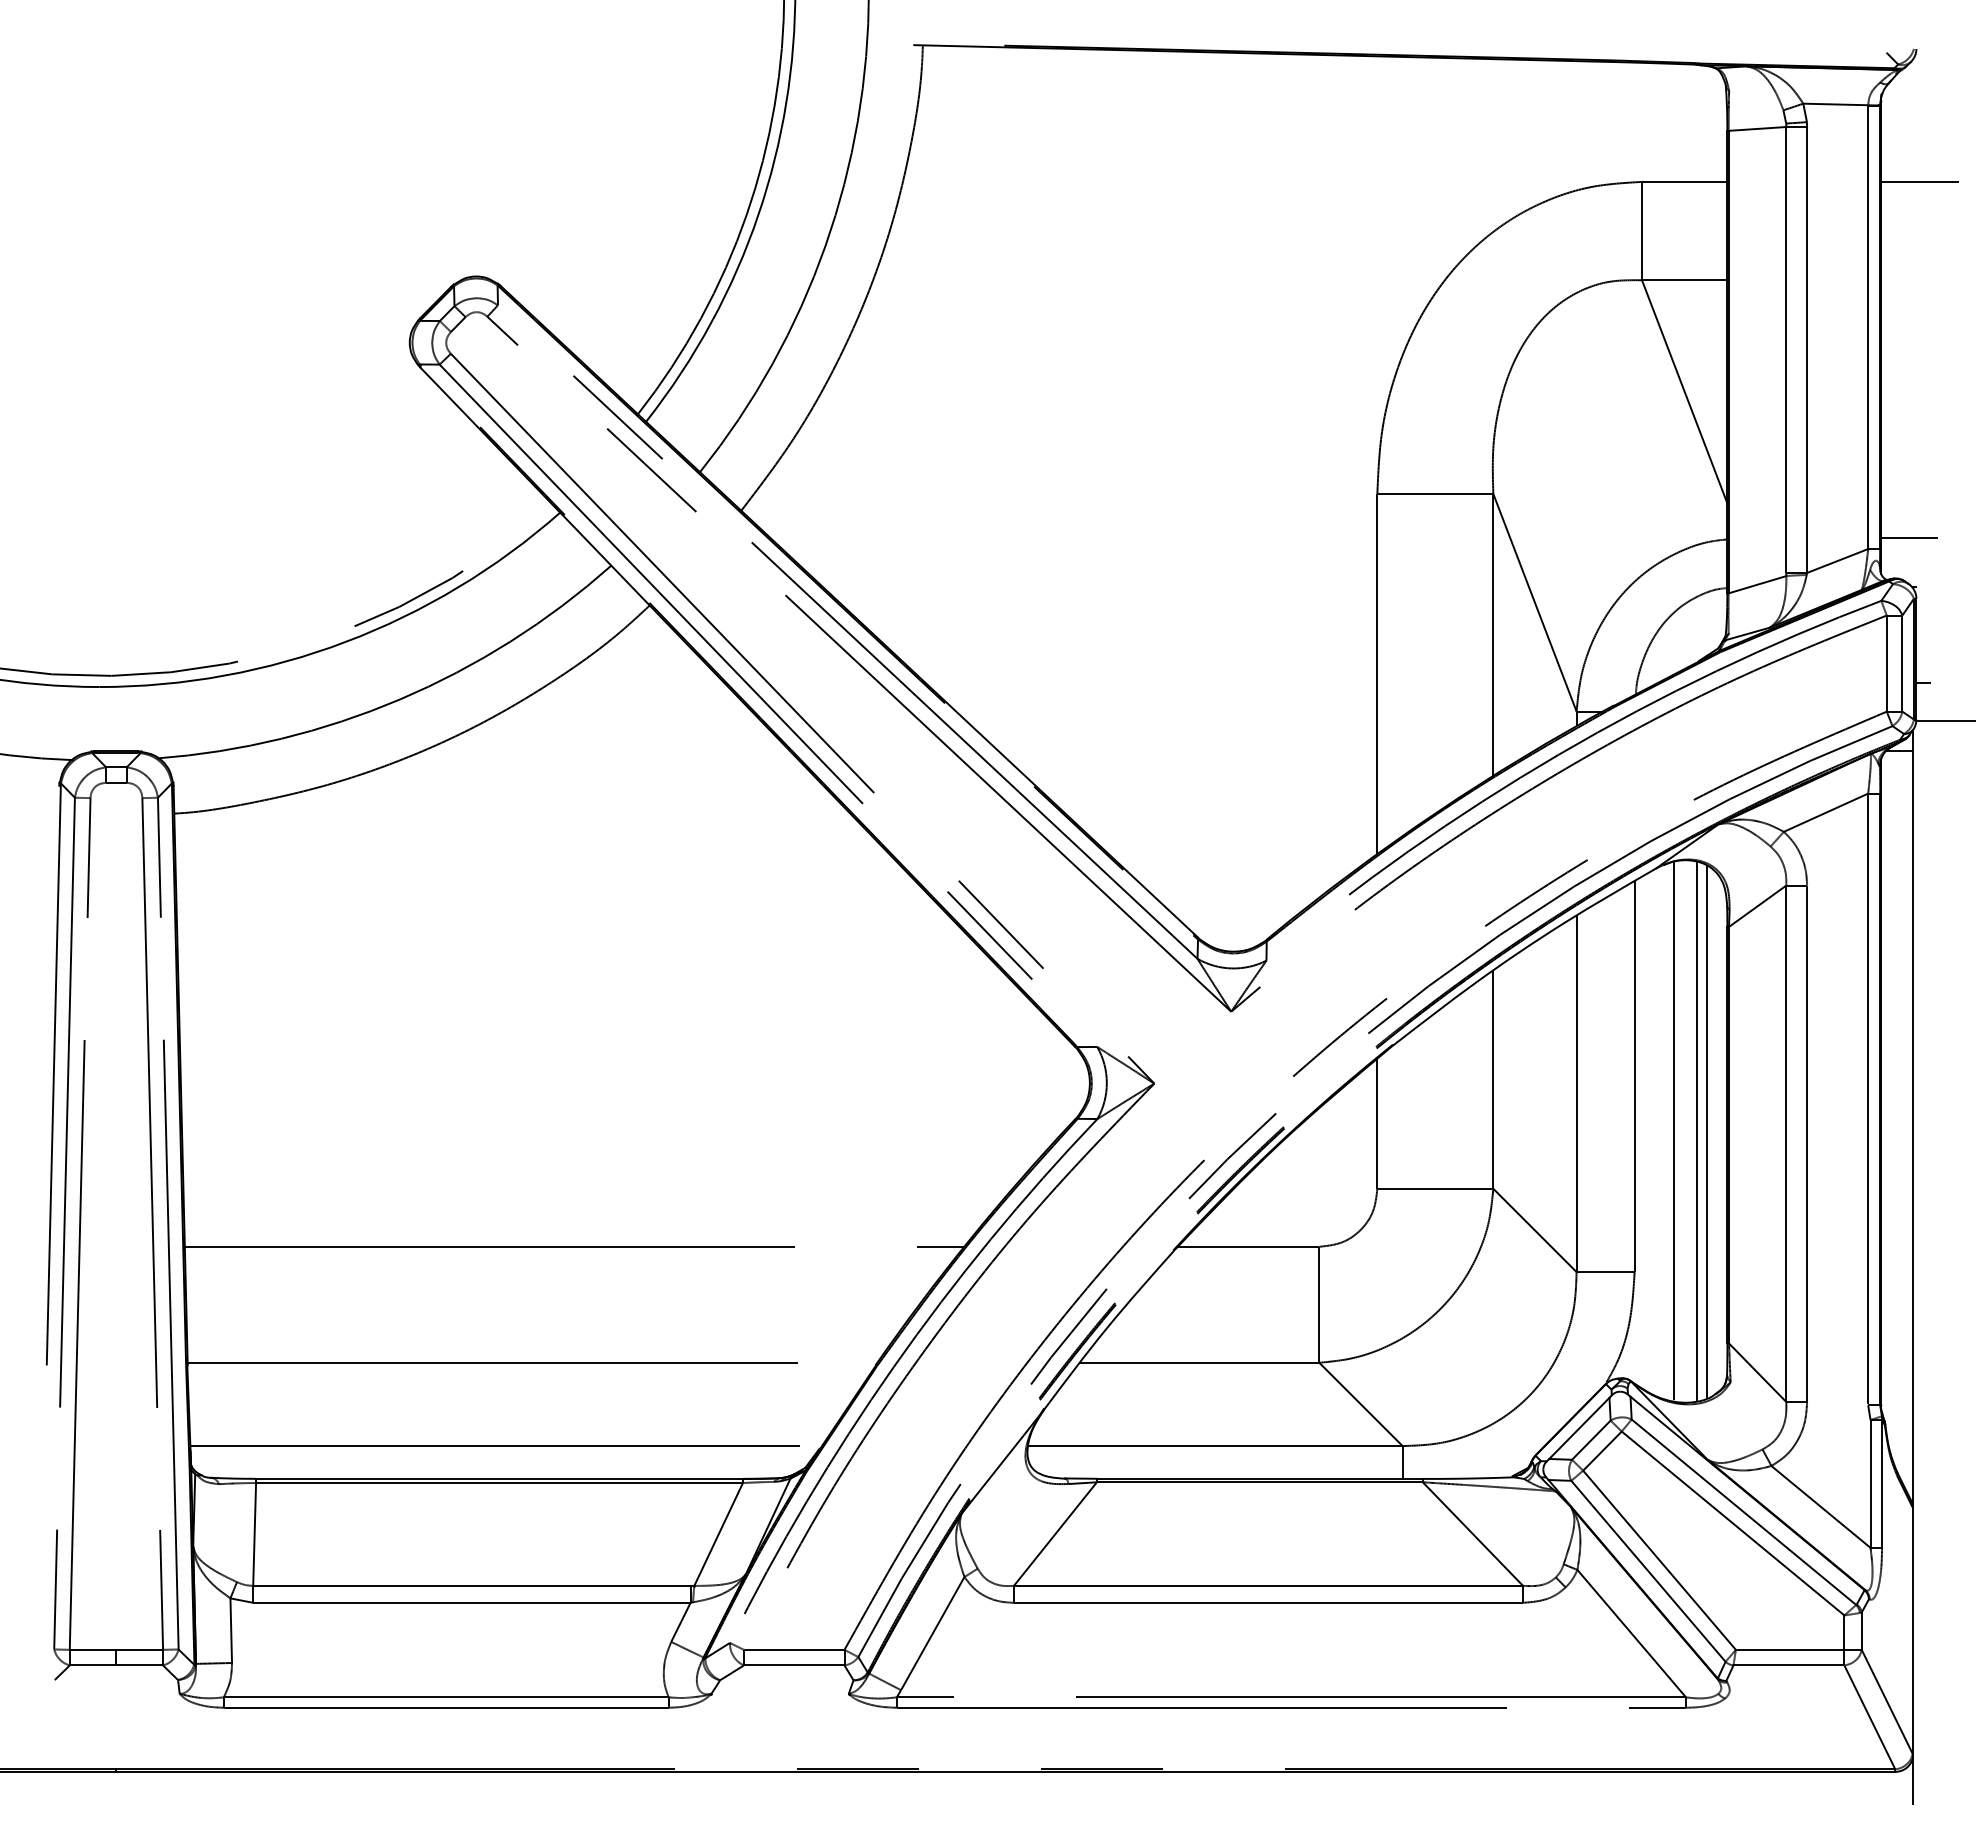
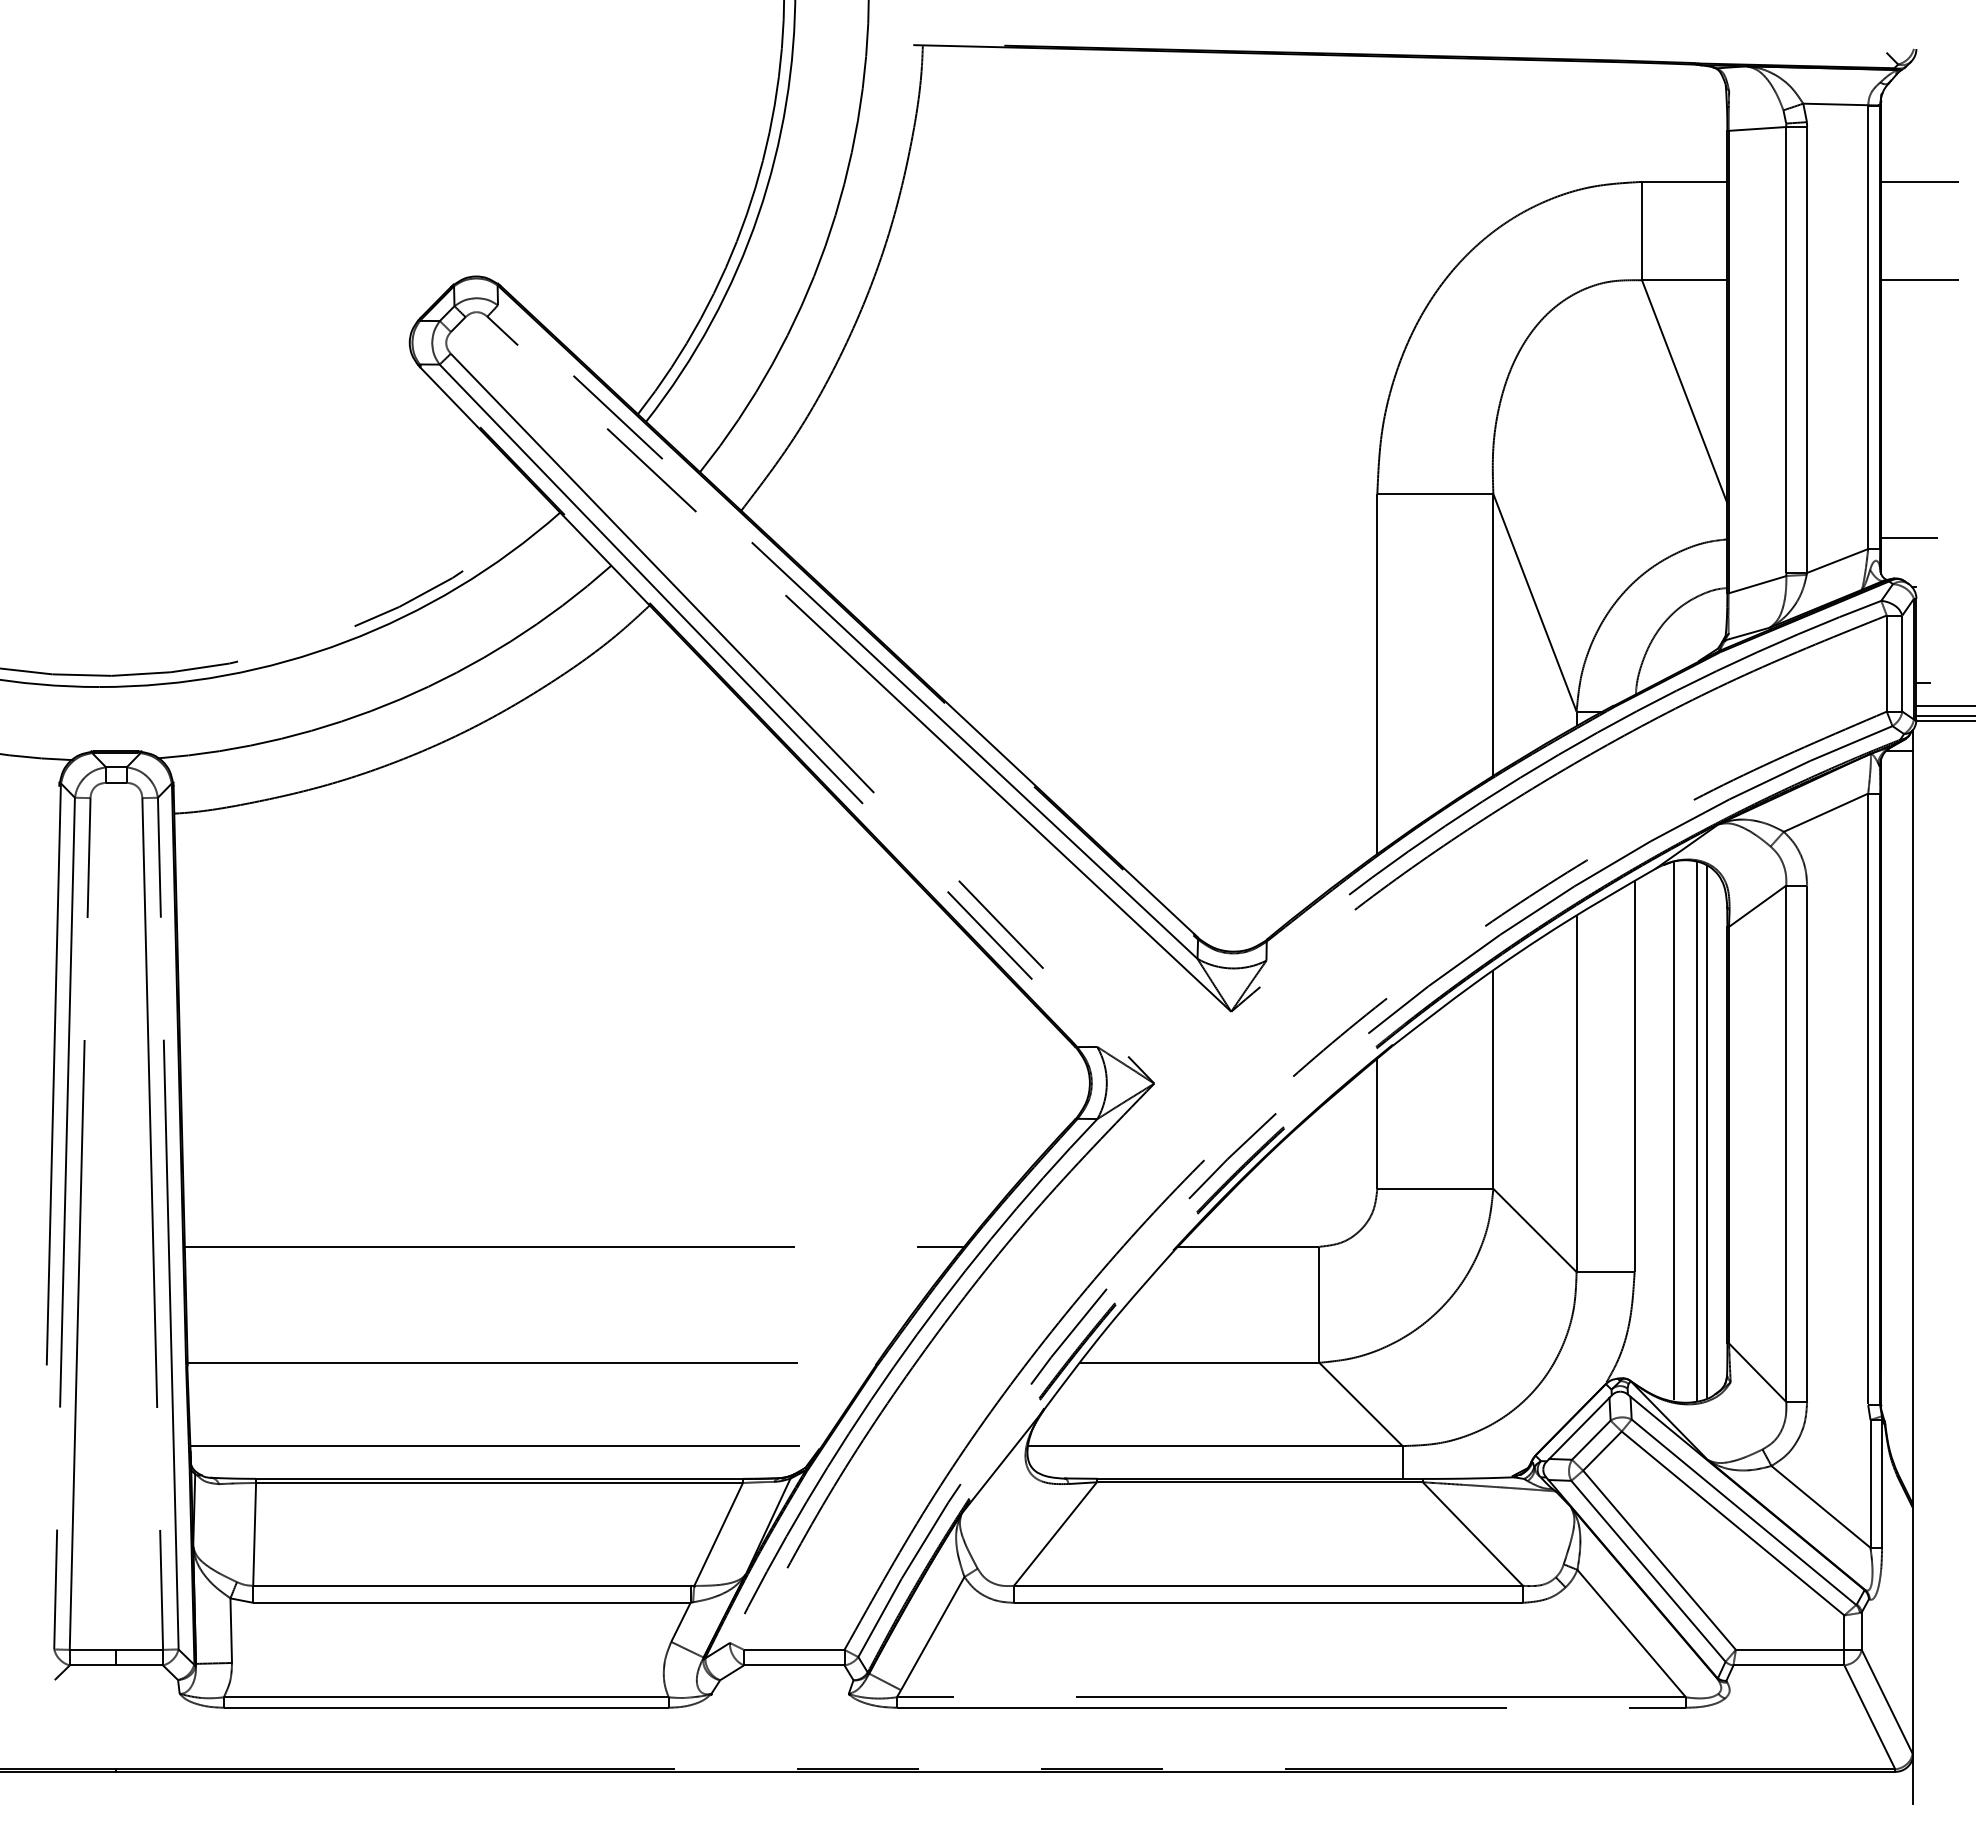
line at (1919, 280): none -> present
line at (1944, 705): none -> present
line at (1944, 716): none -> present
